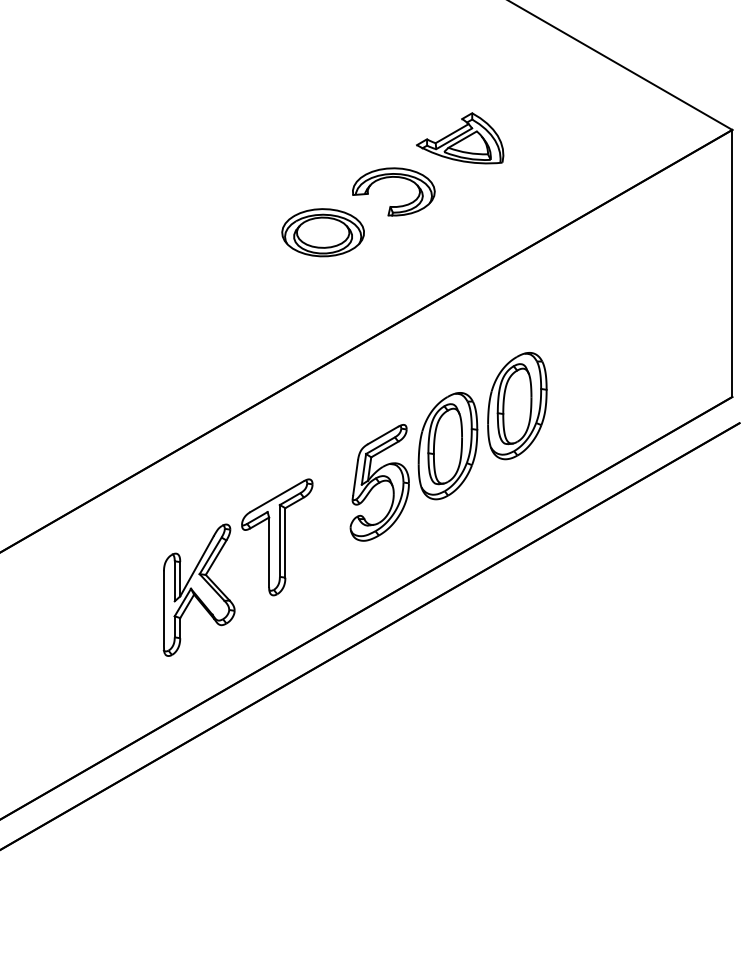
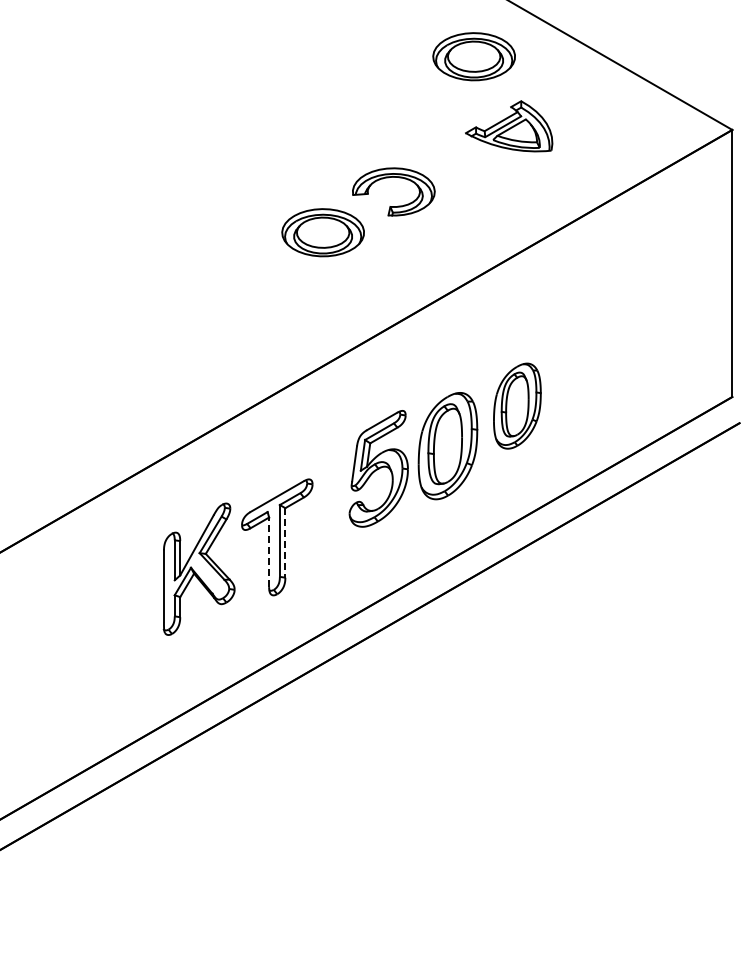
part at (473, 56): none -> present
part at (460, 138) position: (460, 138) -> (509, 126)
part at (517, 406) size: 61x109 px -> 49x88 px
part at (379, 482) position: (379, 482) -> (378, 468)
line at (285, 542): solid -> dashed
line at (269, 552): solid -> dashed
part at (198, 589) position: (198, 589) -> (198, 568)
